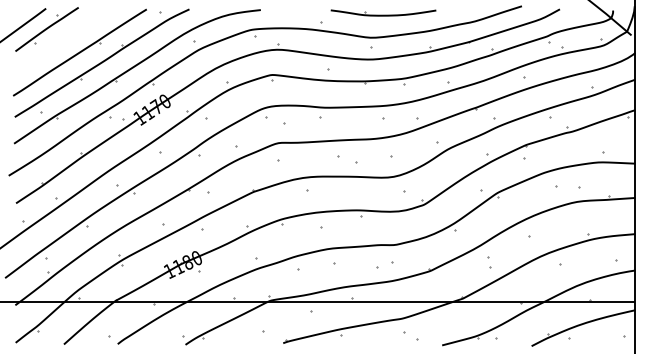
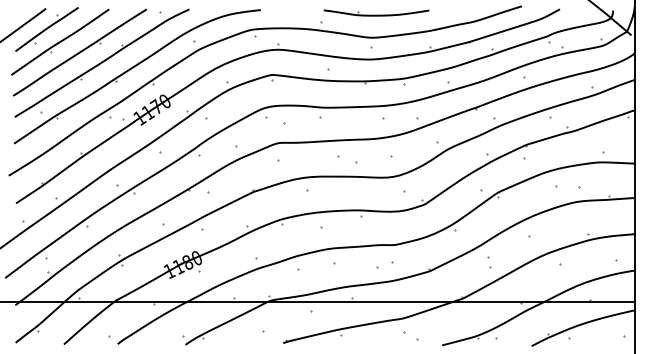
part at (383, 12) position: (383, 12) -> (376, 12)
part at (60, 41): none -> present
